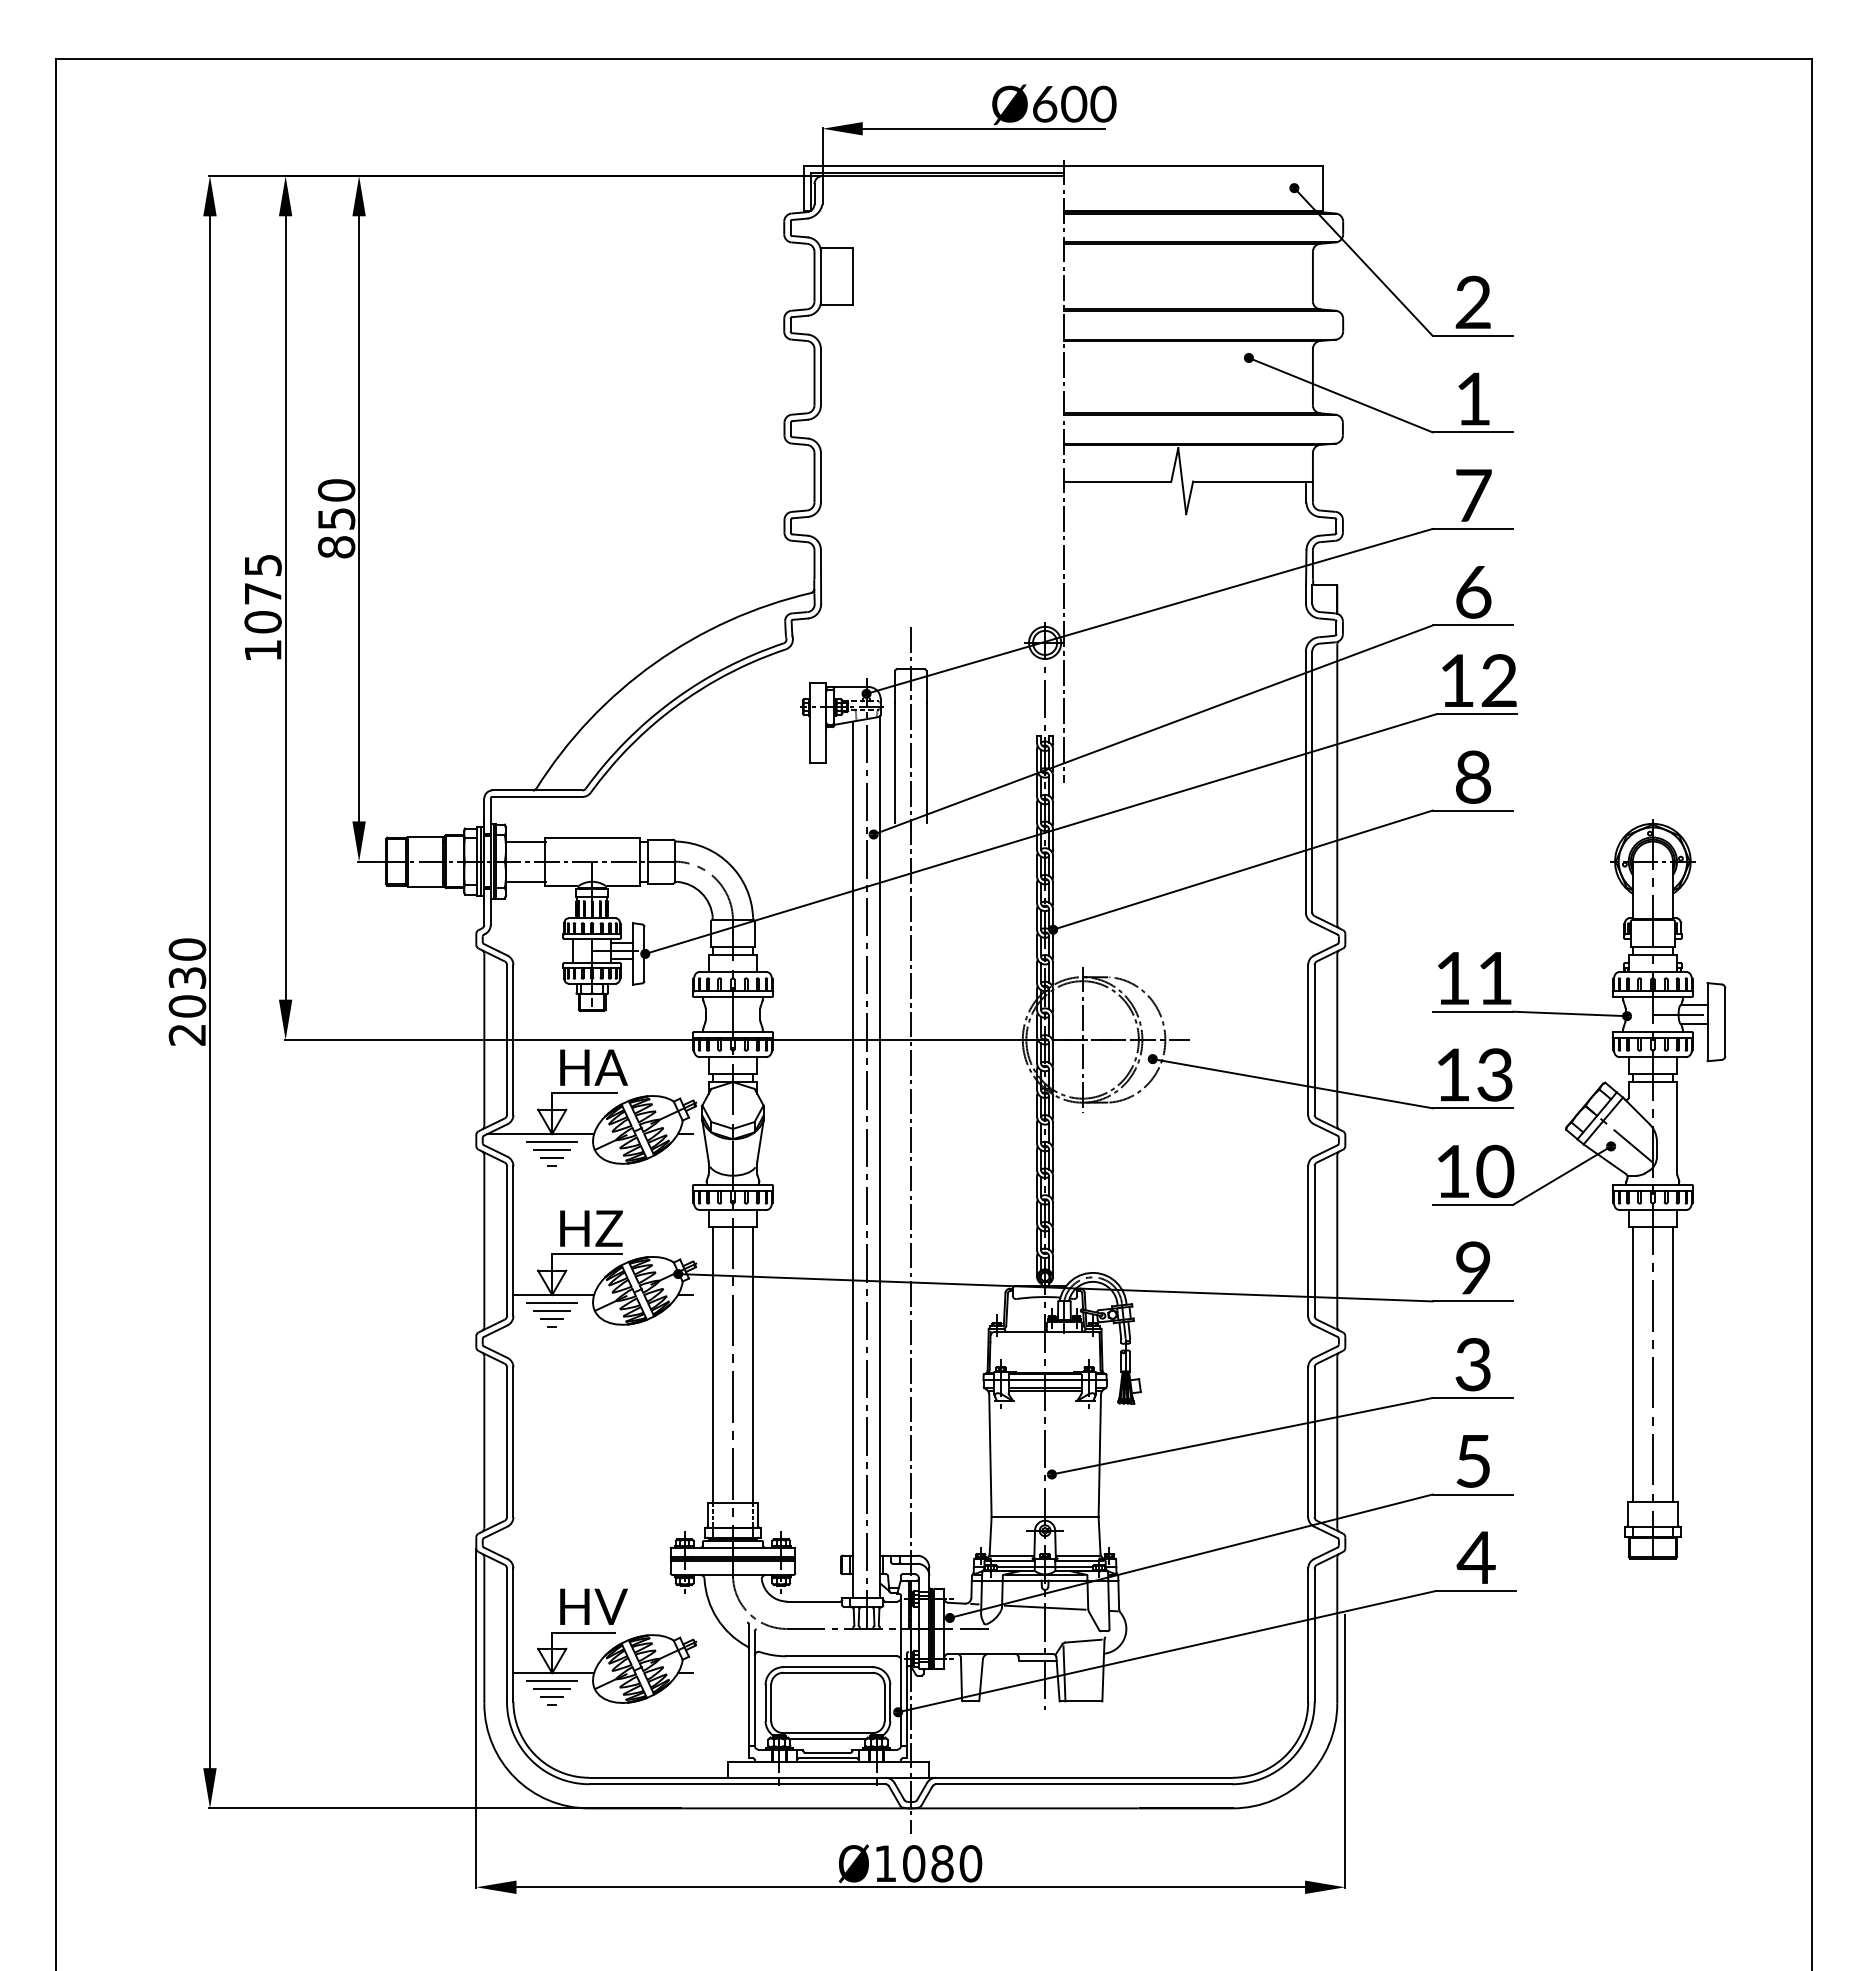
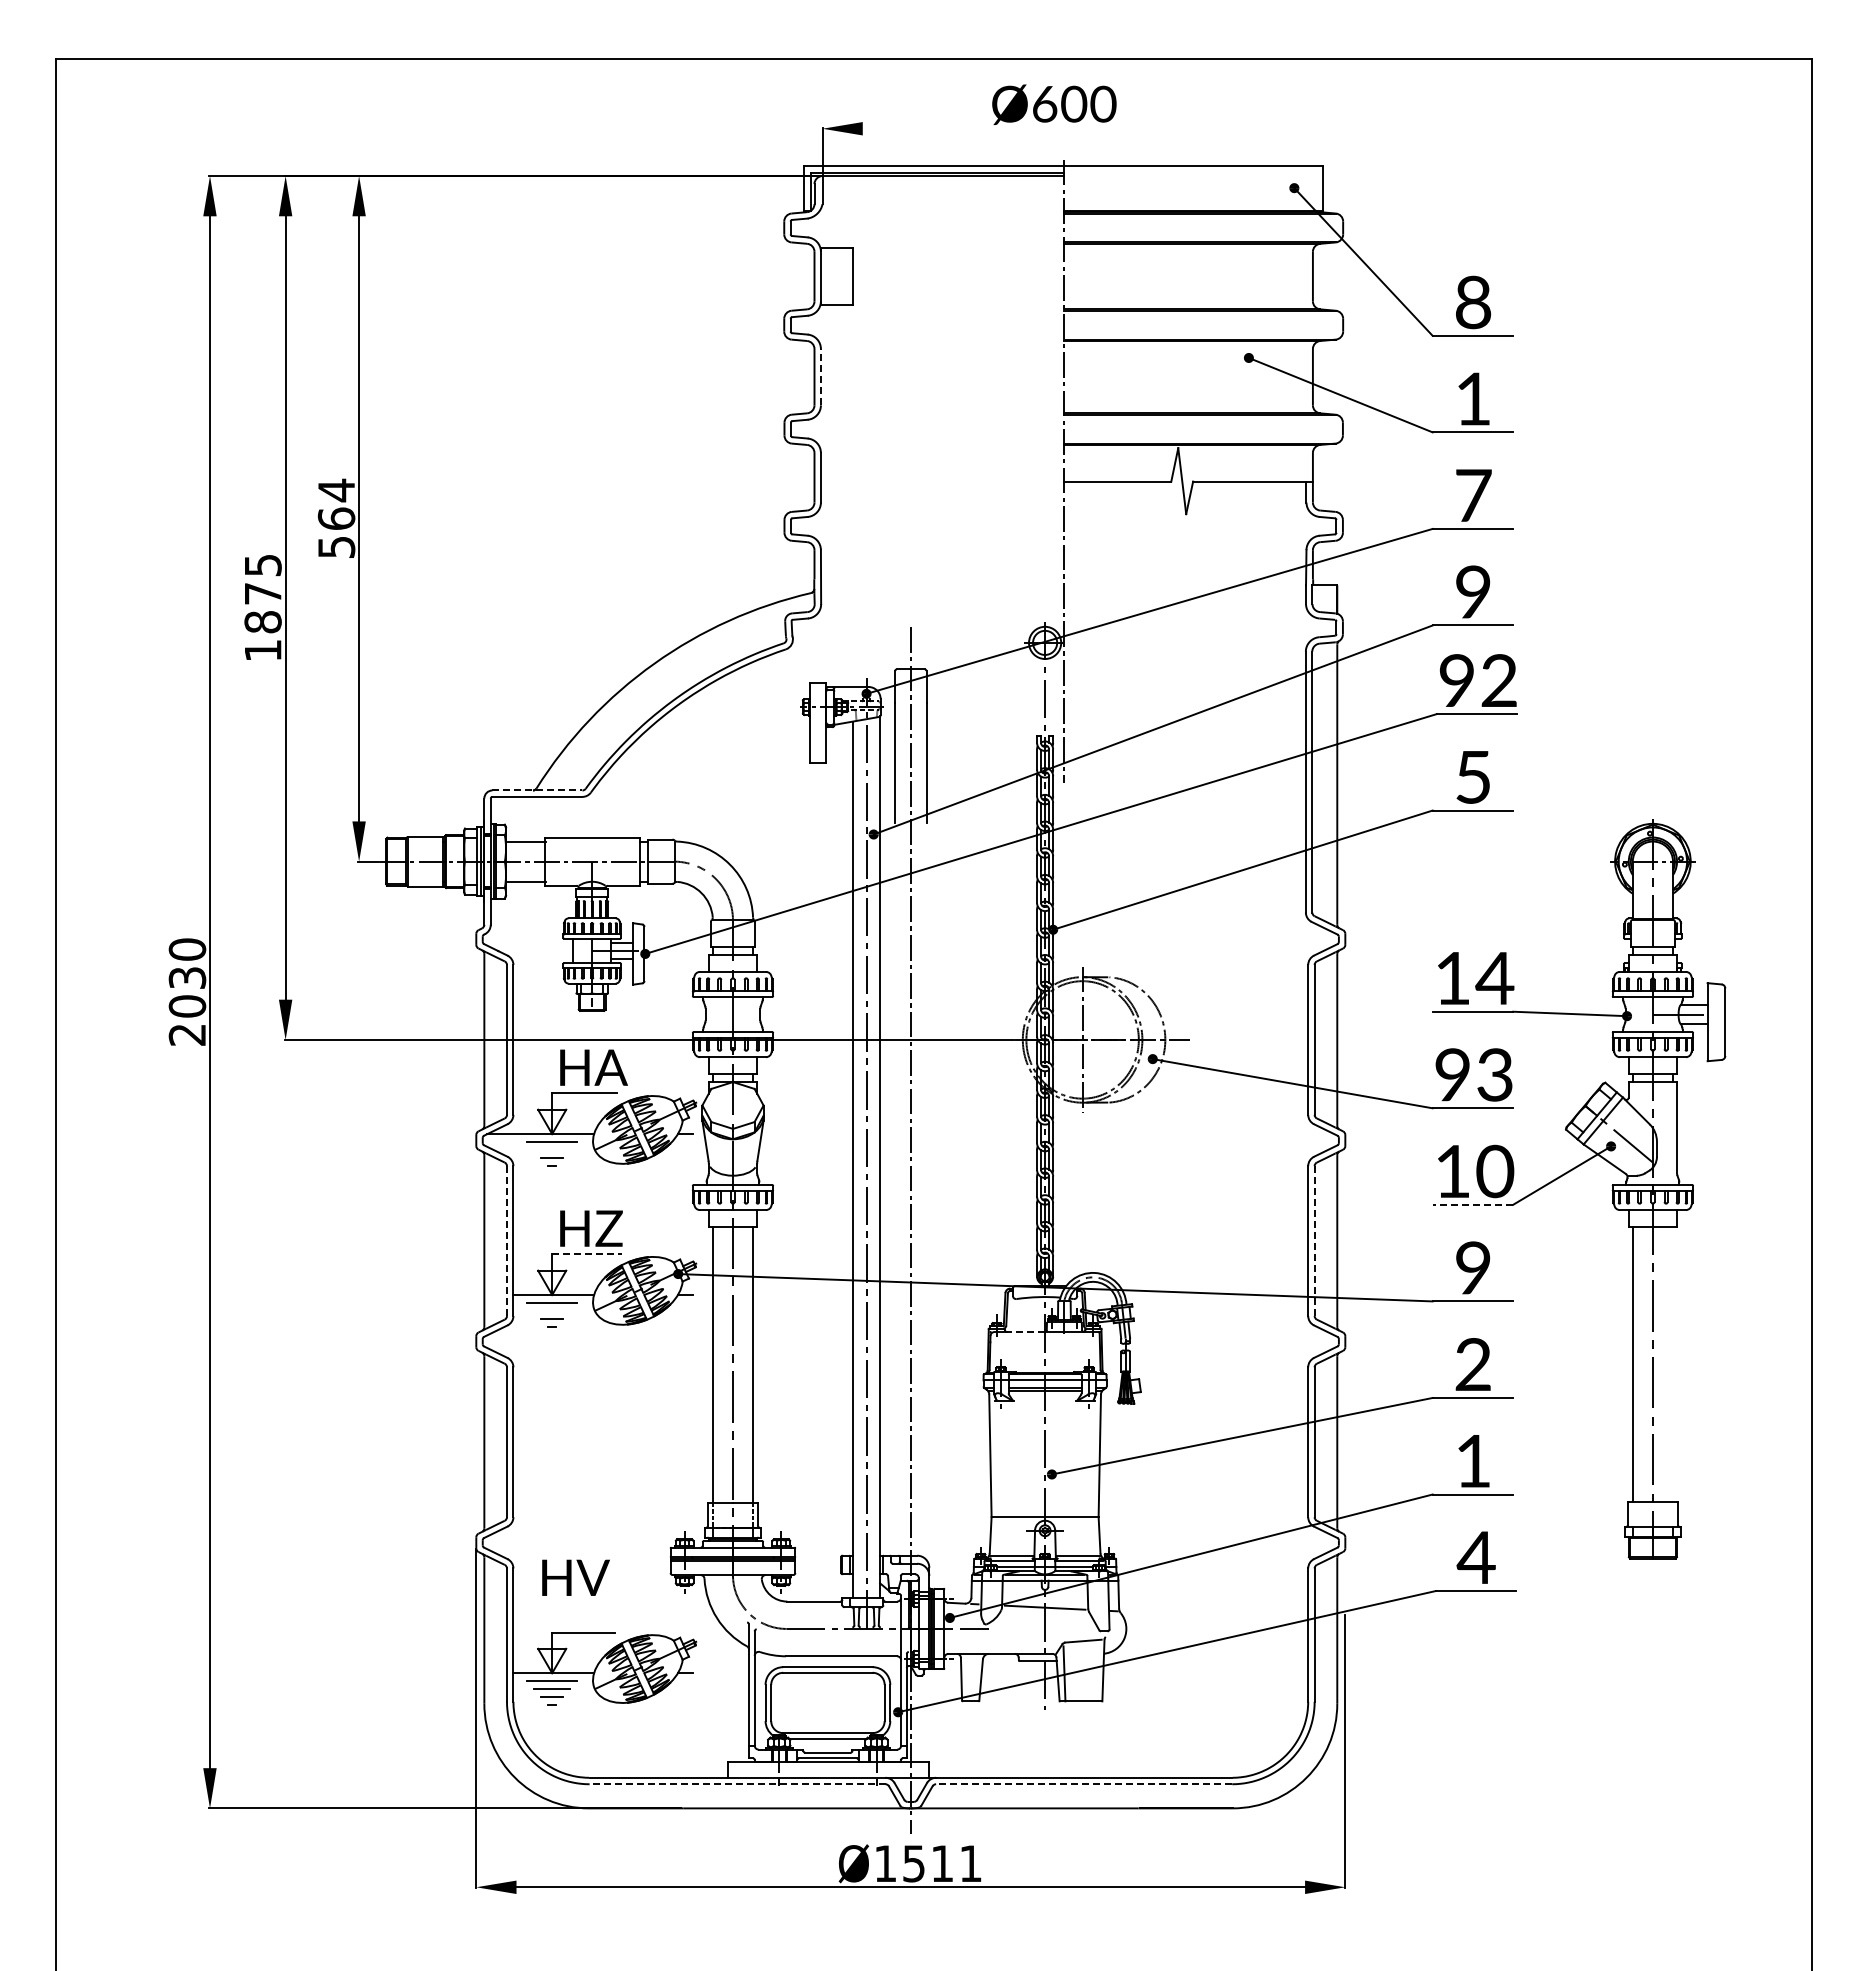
line at (983, 128): present -> none
text at (1473, 302): 2 -> 8
line at (820, 376): solid -> dashed
text at (336, 518): 850 -> 564
text at (1473, 591): 6 -> 9
text at (262, 622): 1075 -> 1875
text at (1456, 680): 12 -> 92
text at (1473, 776): 8 -> 5
line at (537, 790): solid -> dashed
text at (1494, 978): 11 -> 14
text at (1452, 1074): 13 -> 93
line at (552, 1150): present -> none
line at (1472, 1204): solid -> dashed
line at (507, 1241): solid -> dashed
line at (1314, 1241): solid -> dashed
line at (587, 1254): solid -> dashed
line at (552, 1311): present -> none
line at (1025, 1332): solid -> dashed
line at (1673, 1364): present -> none
text at (1472, 1365): 3 -> 2
text at (1472, 1461): 5 -> 1
text at (593, 1606) position: (593, 1606) -> (575, 1577)
line at (737, 1784): solid -> dashed
line at (1084, 1784): solid -> dashed
text at (942, 1863): Ø1080 -> Ø1511
